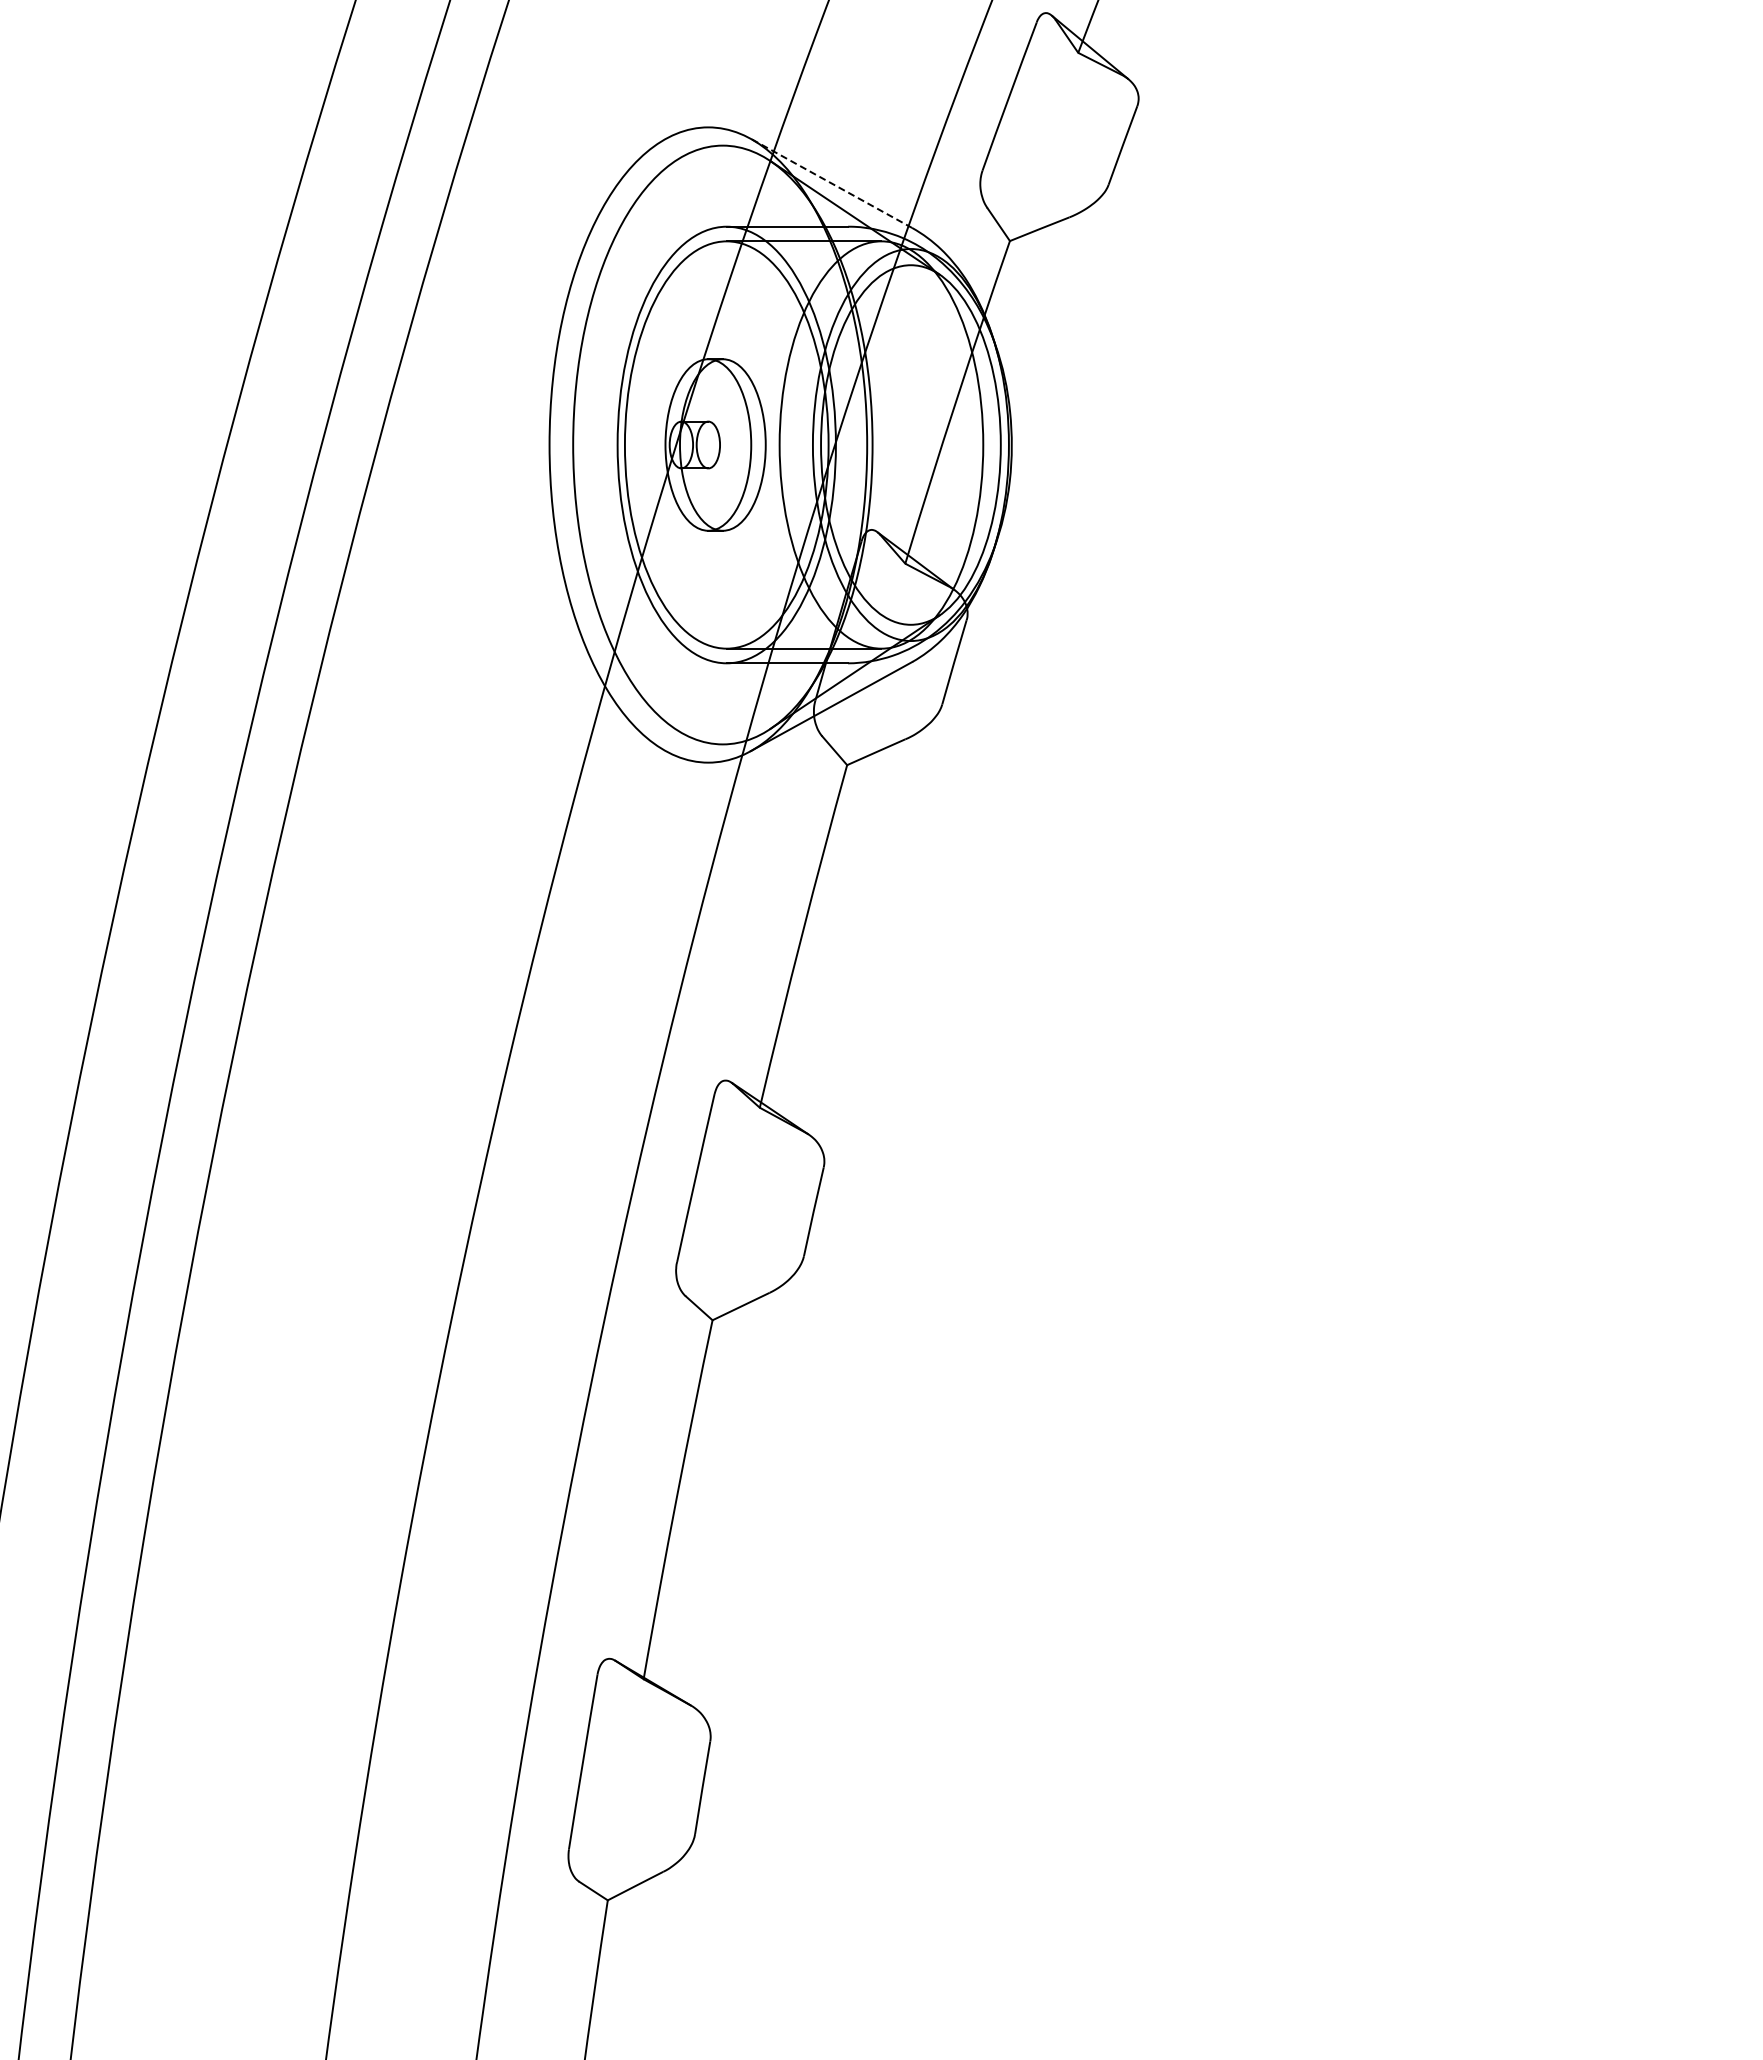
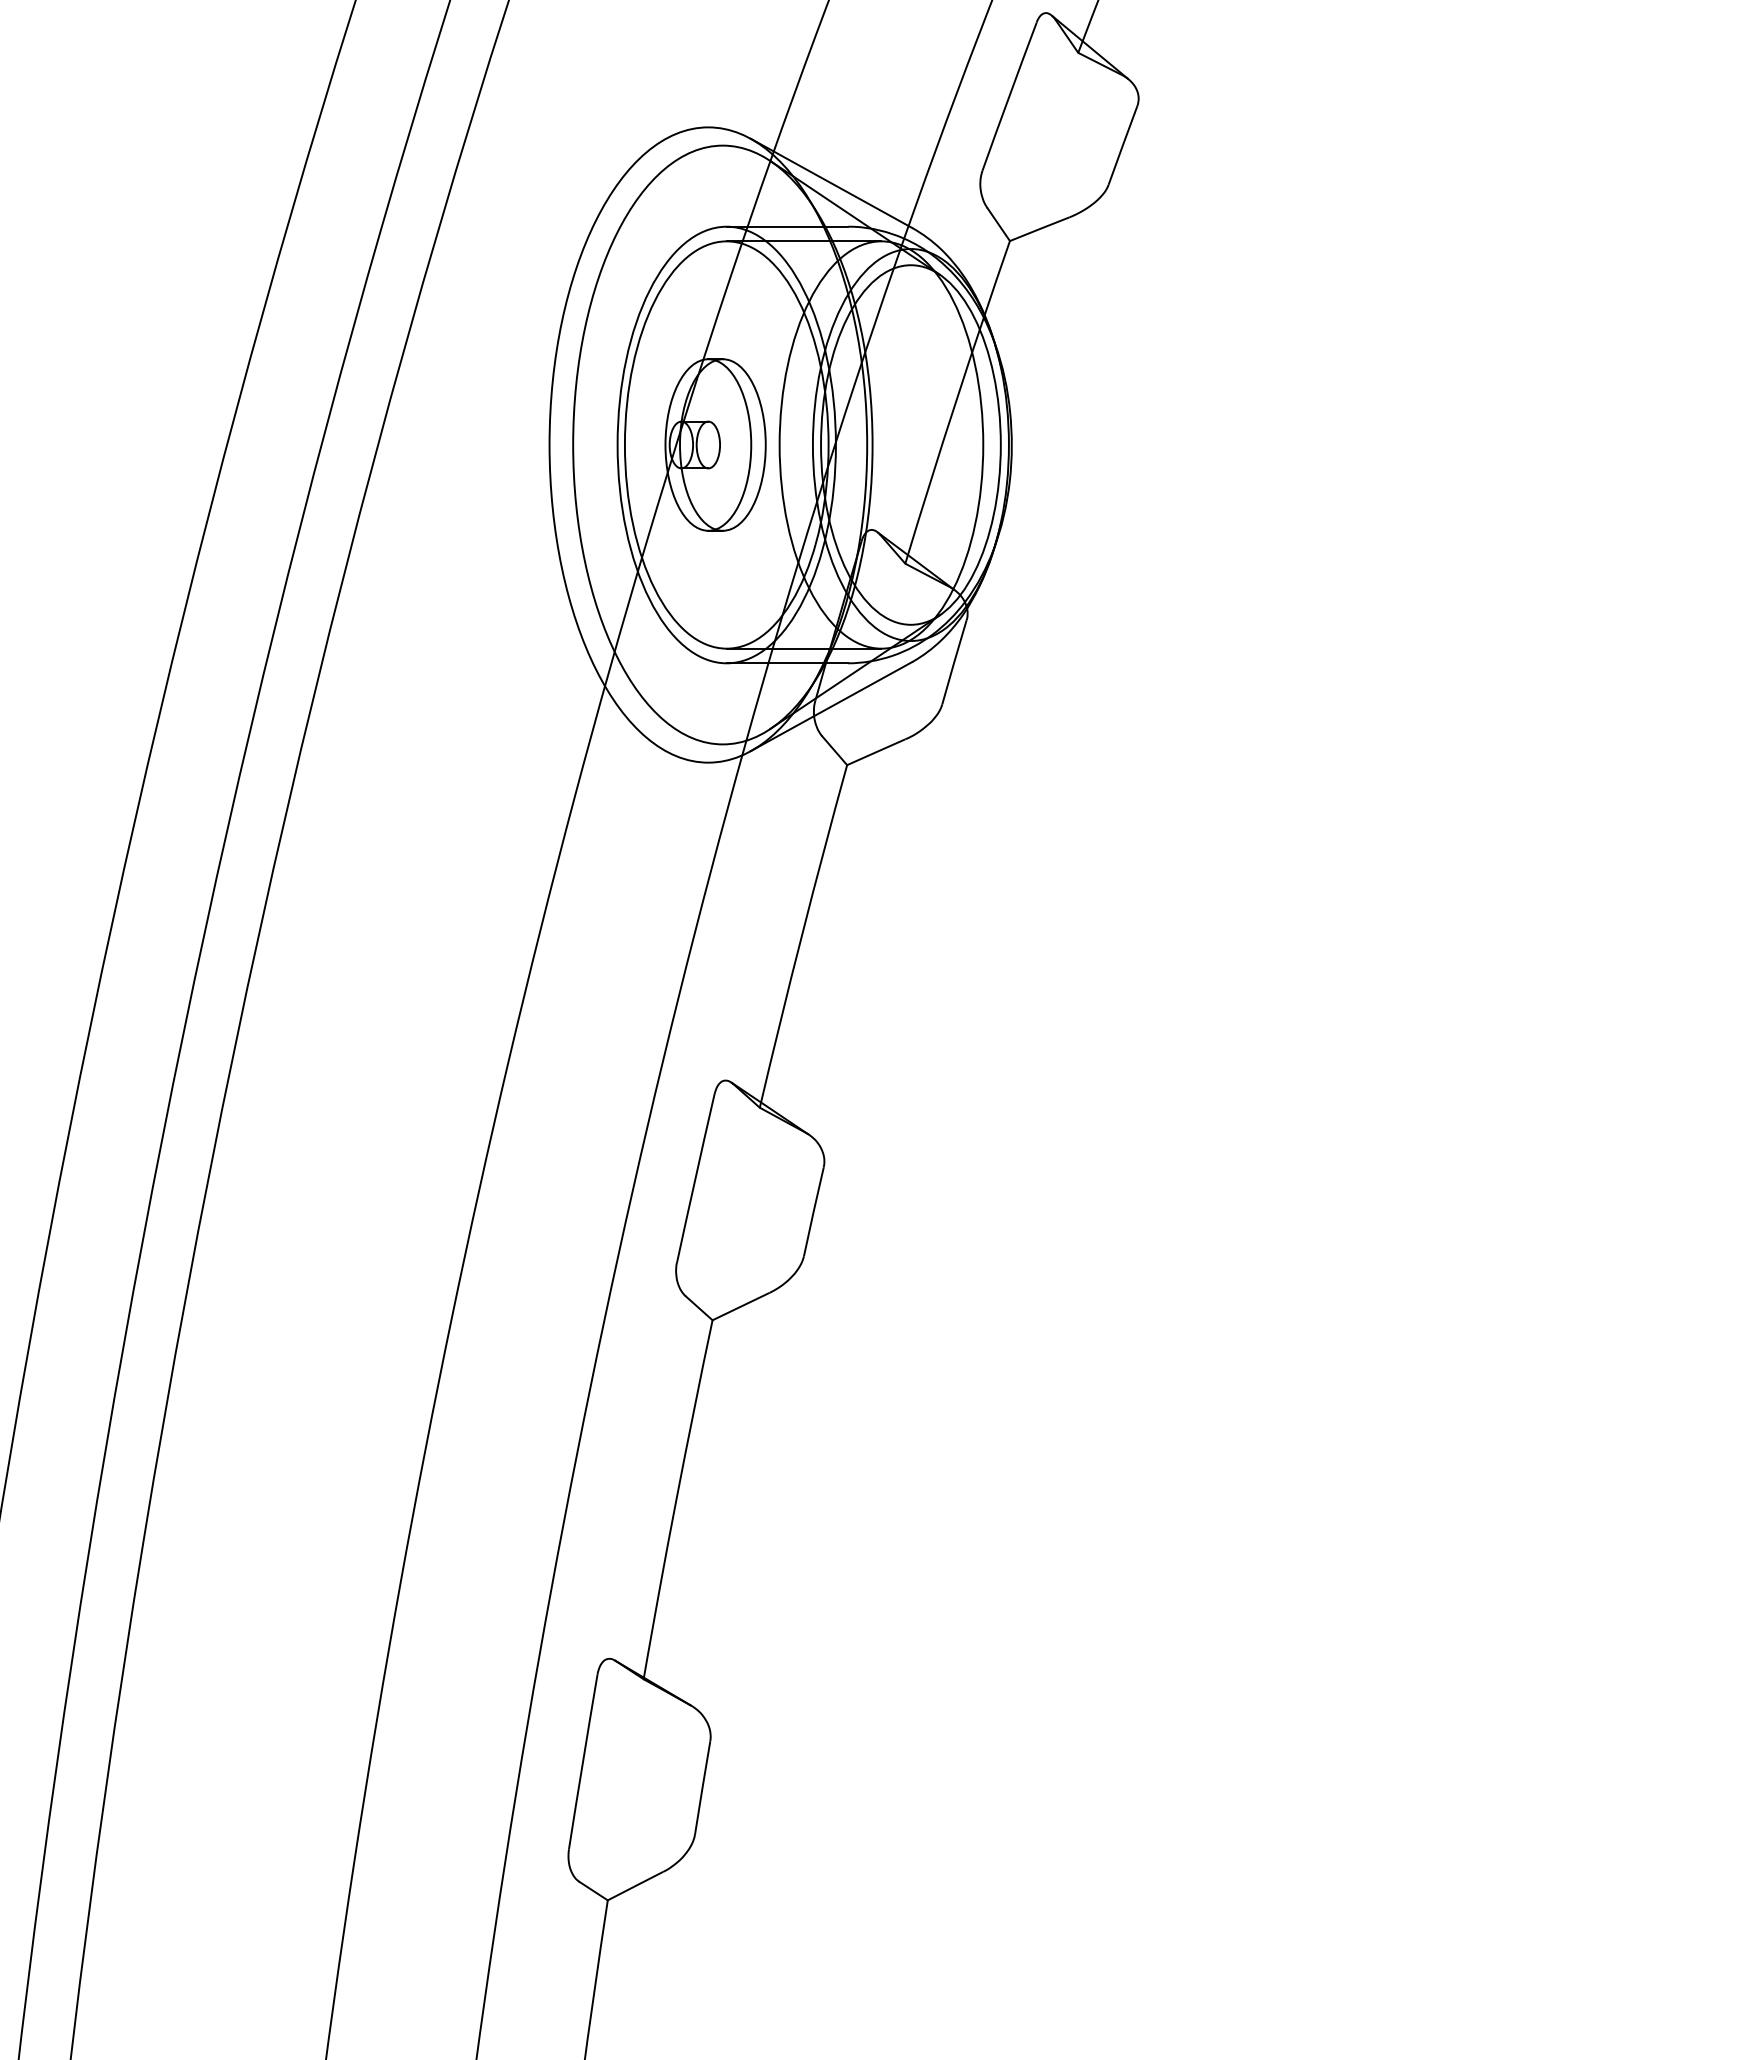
line at (831, 183): dashed -> solid
